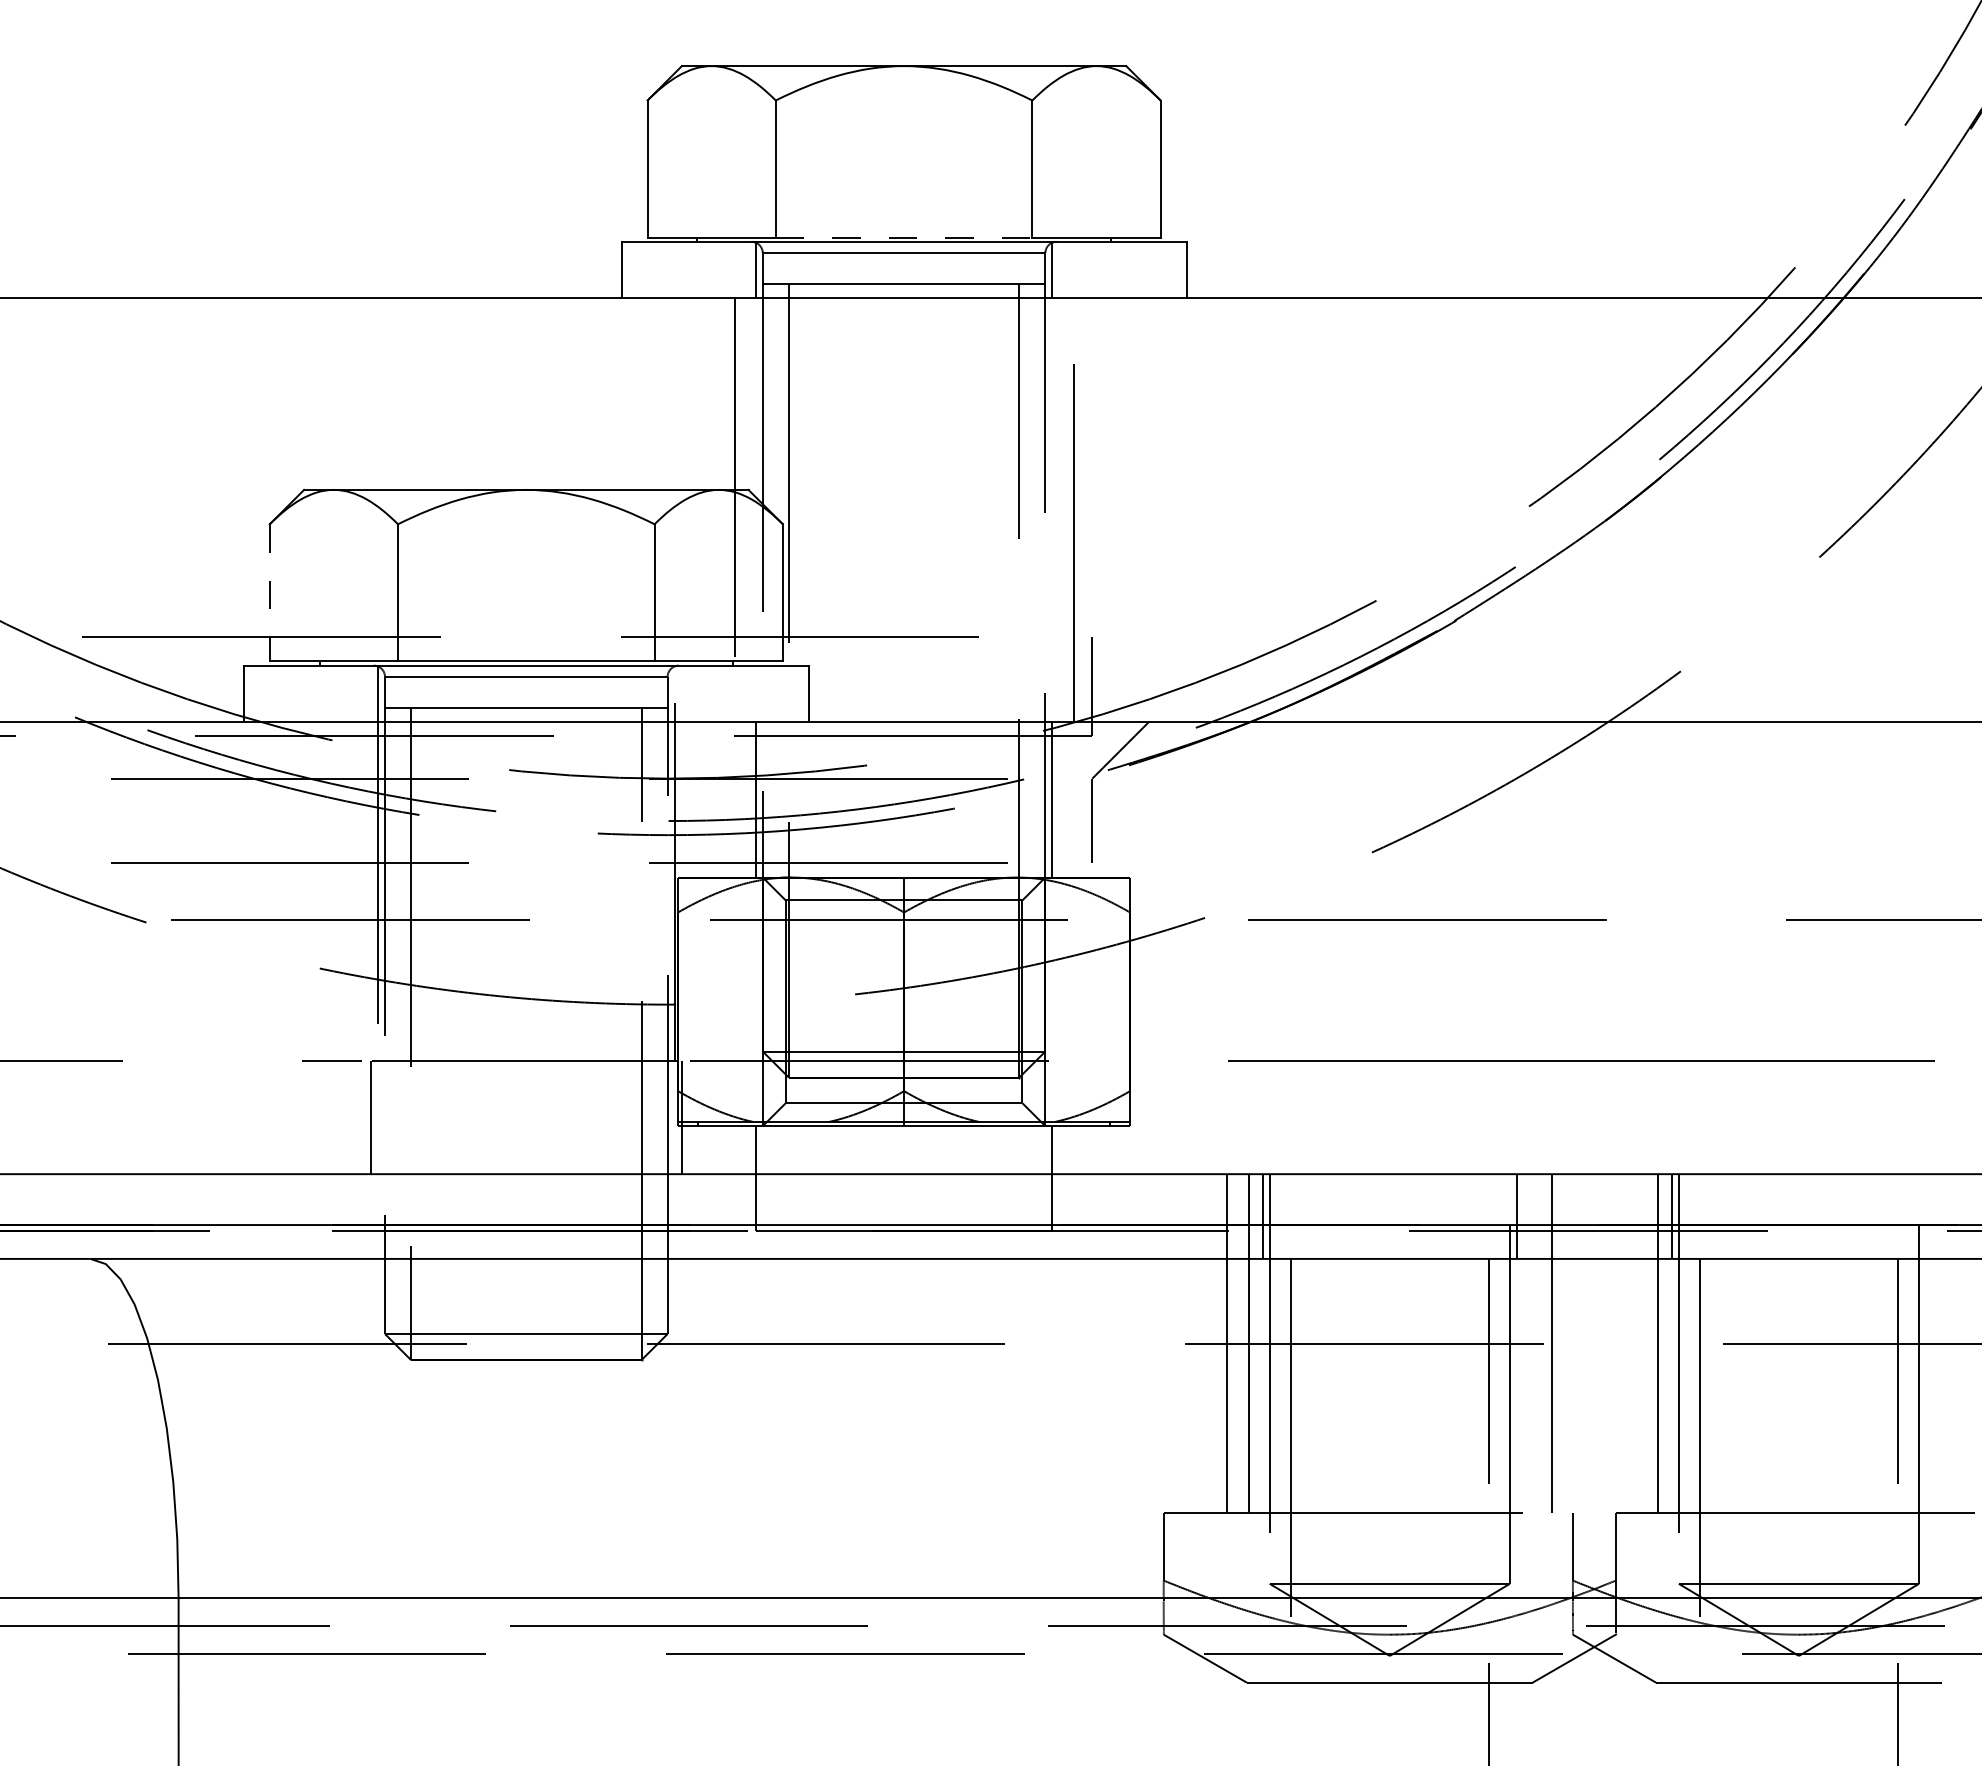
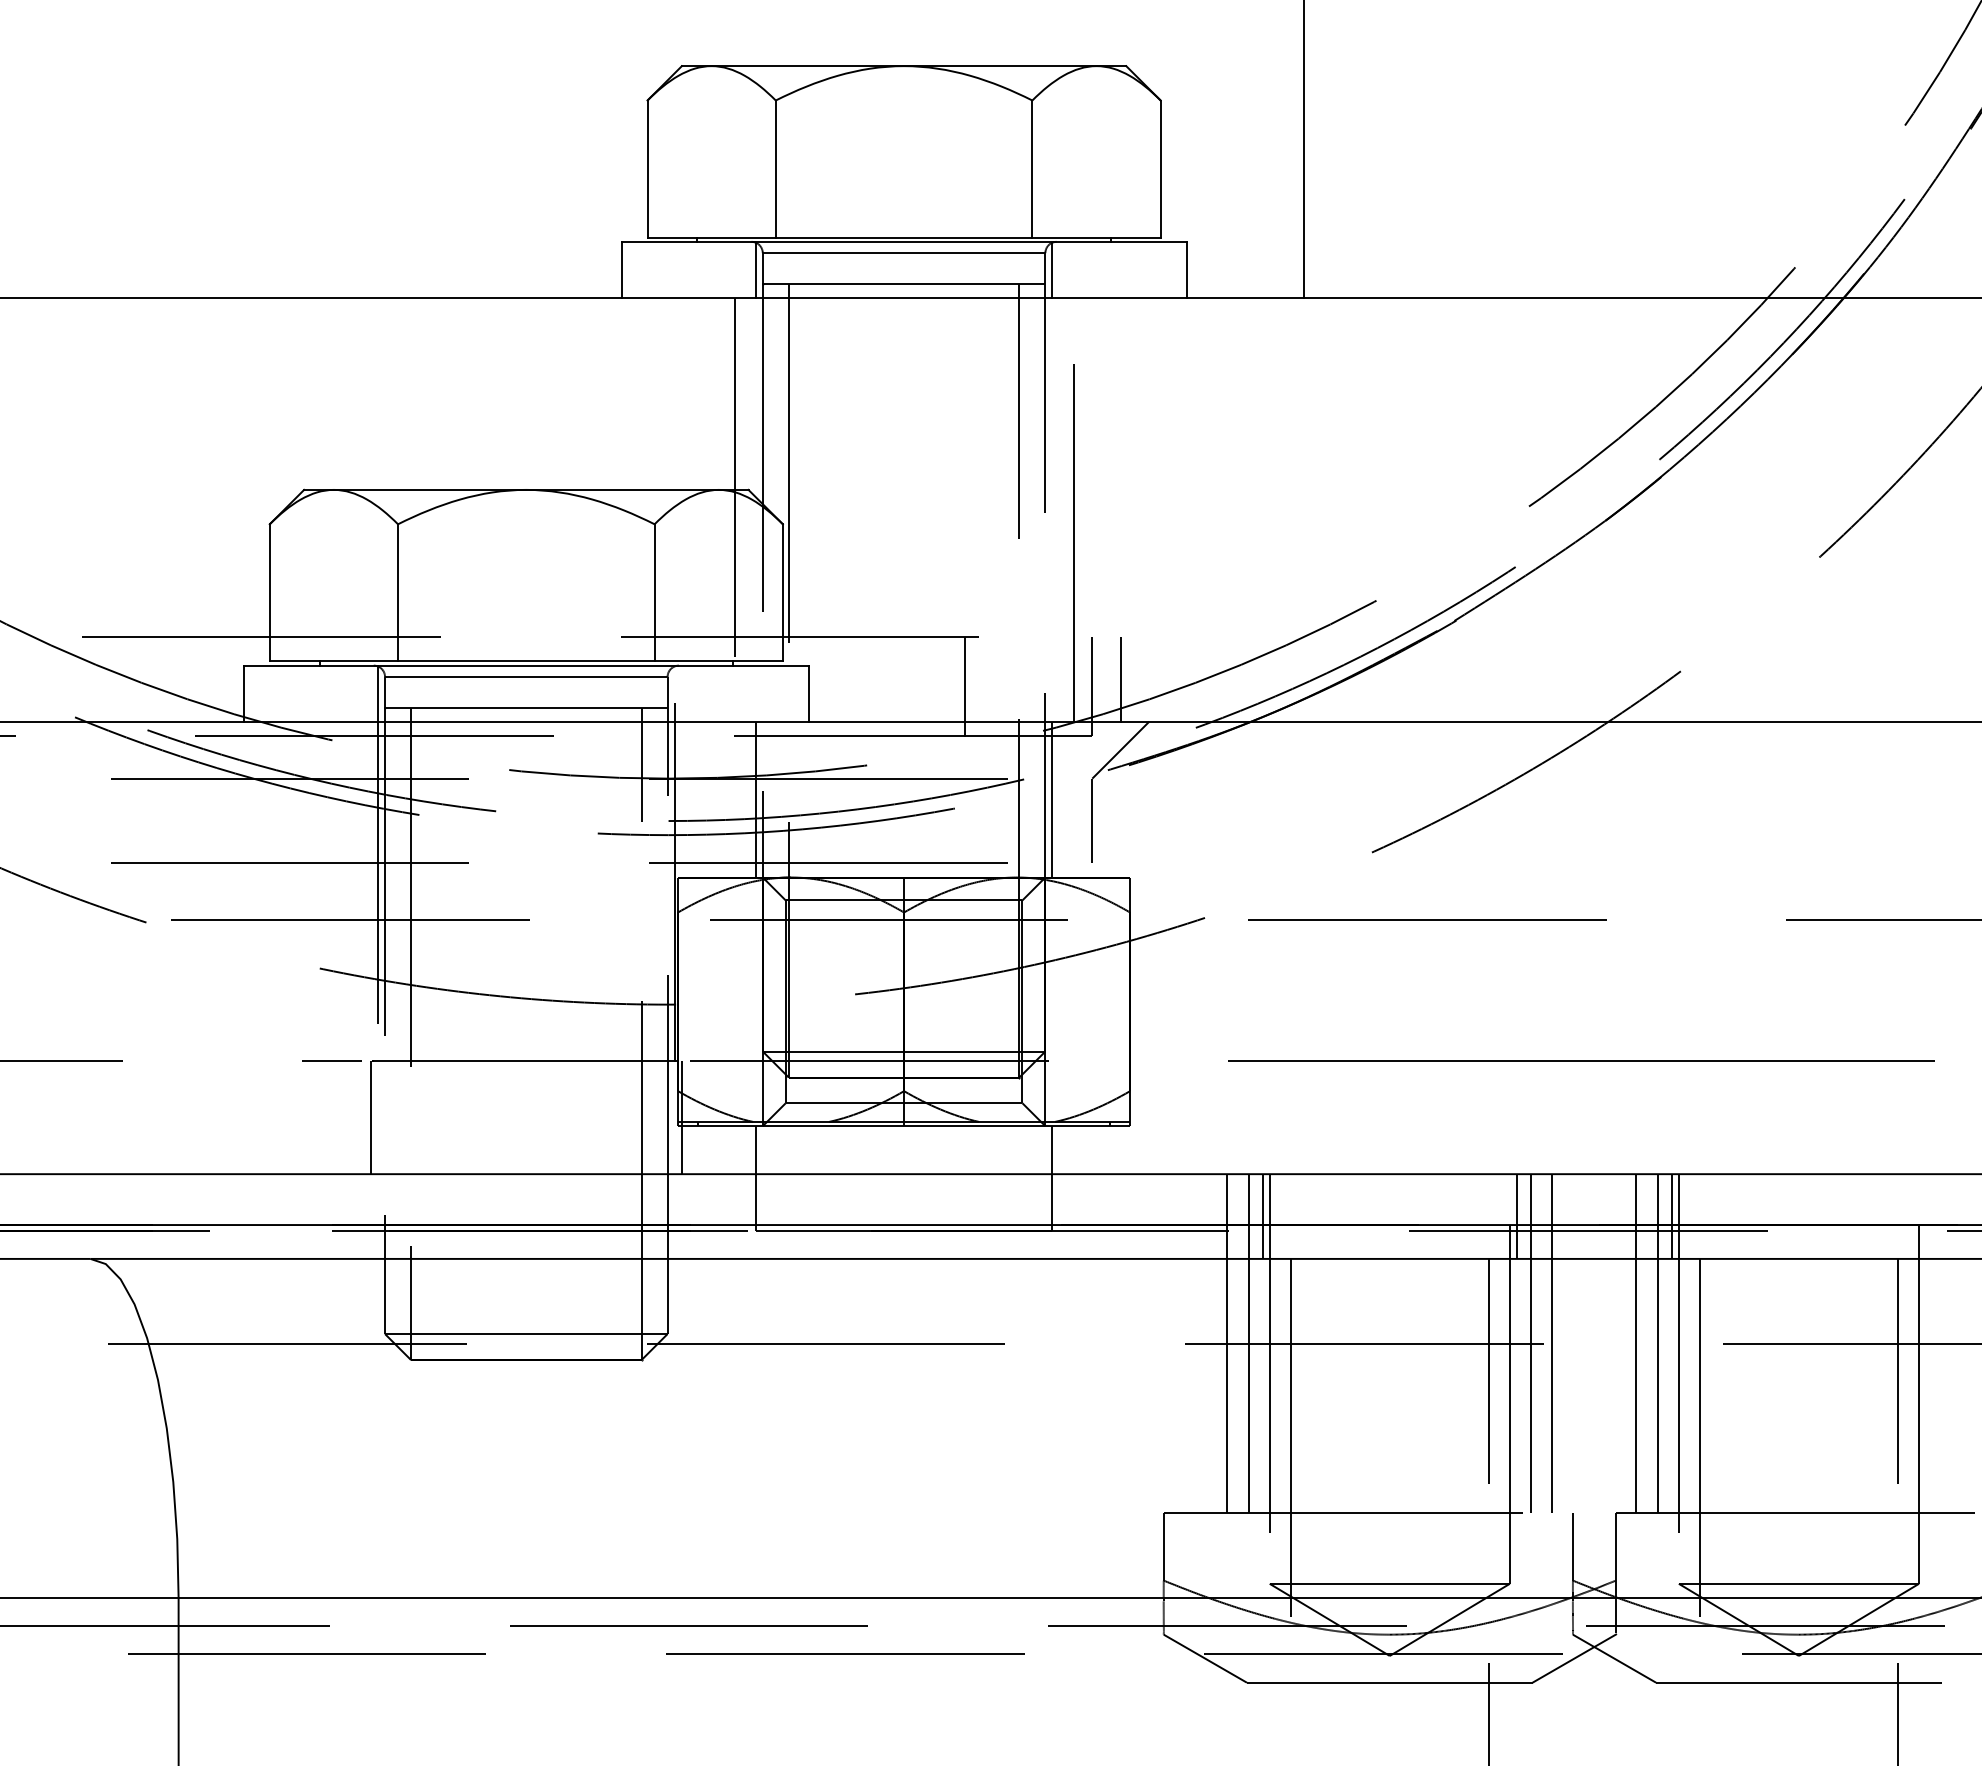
line at (1304, 150): none -> present
line at (904, 237): dashed -> solid
line at (269, 592): dashed -> solid
line at (1120, 679): none -> present
line at (965, 686): none -> present
line at (1531, 1343): none -> present
line at (1636, 1343): none -> present
